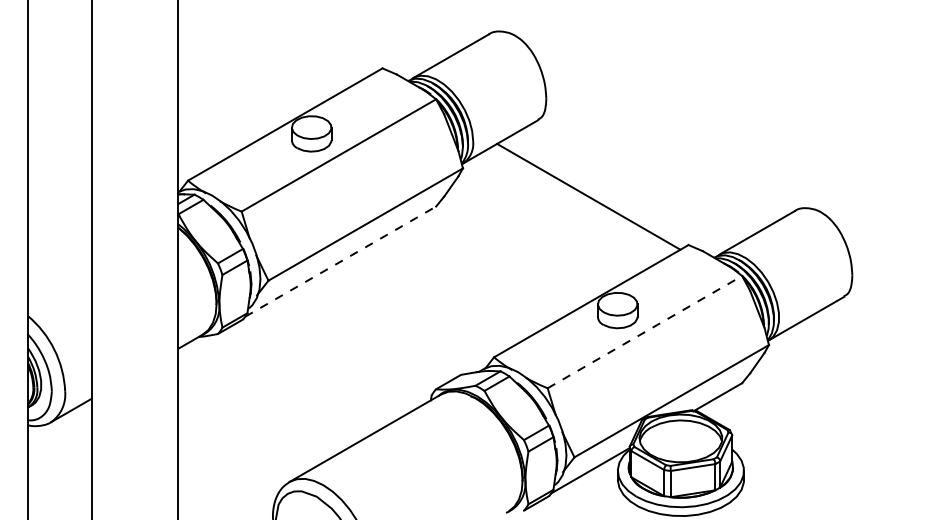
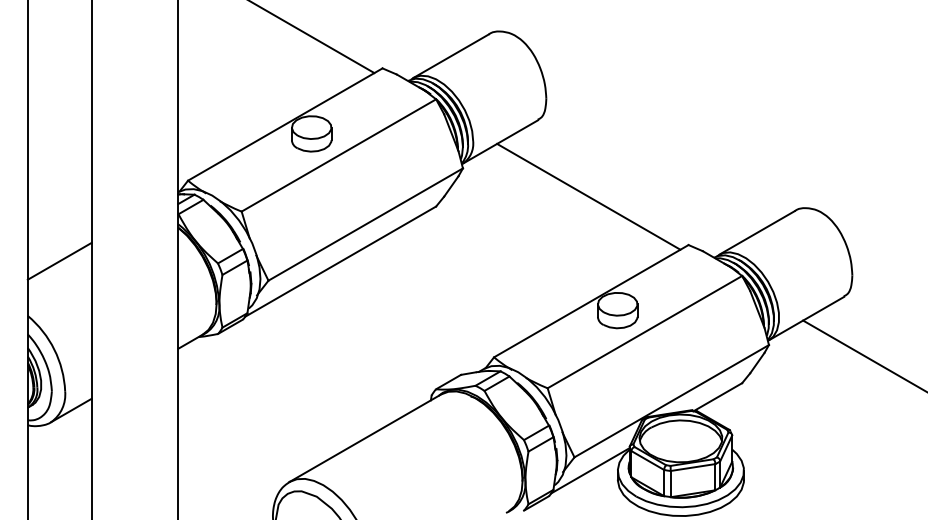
line at (313, 37): none -> present
line at (59, 260): none -> present
line at (341, 261): dashed -> solid
line at (645, 331): dashed -> solid
line at (863, 355): none -> present
